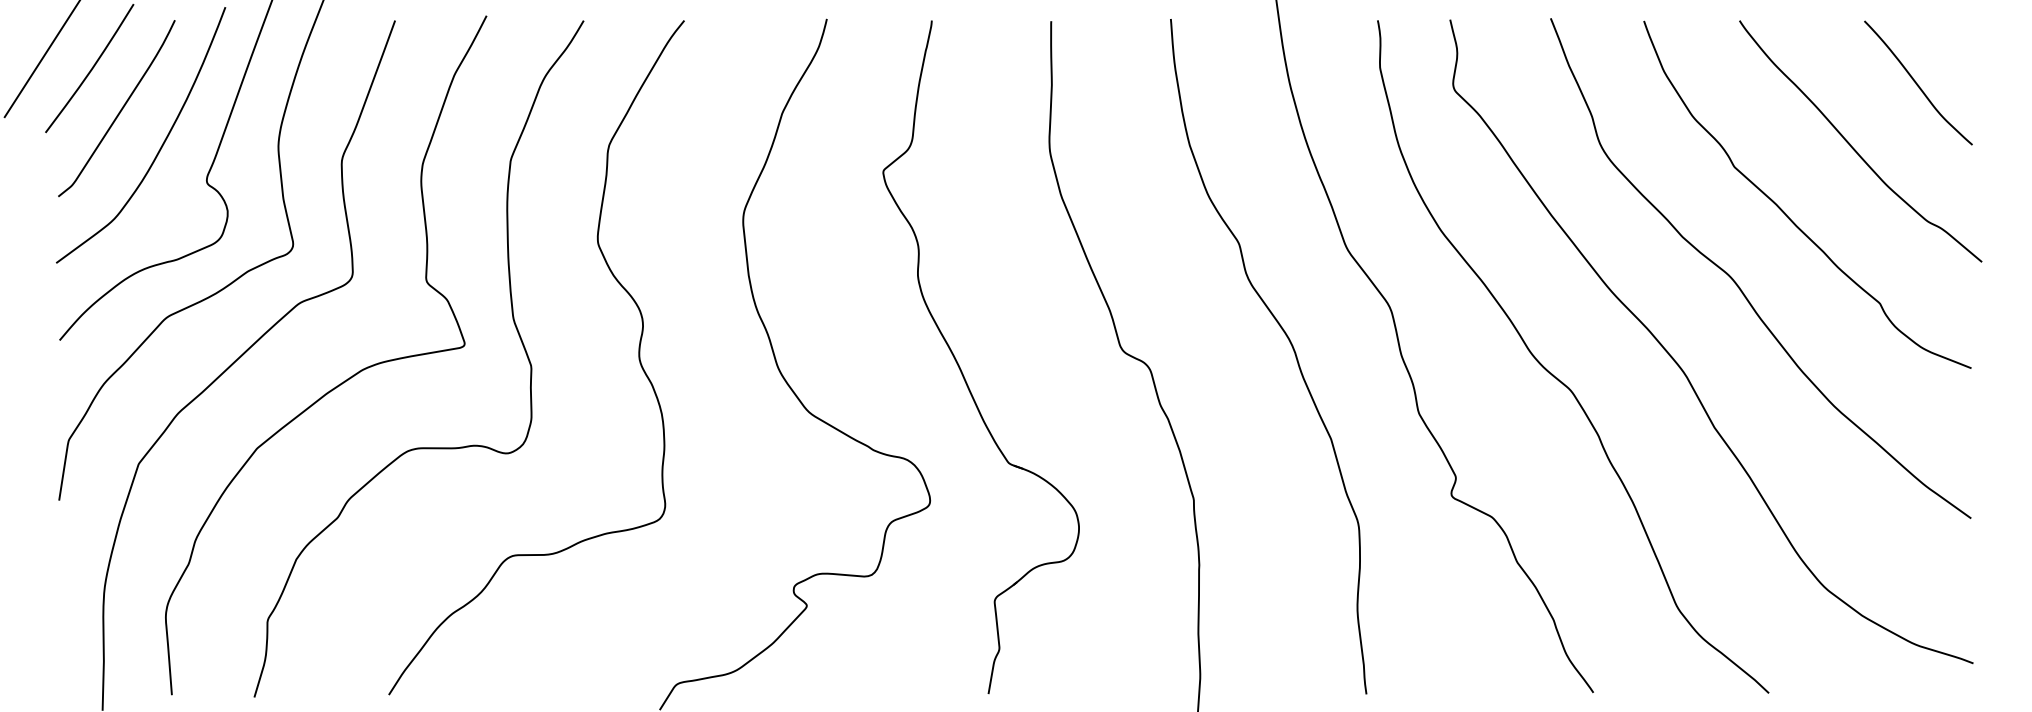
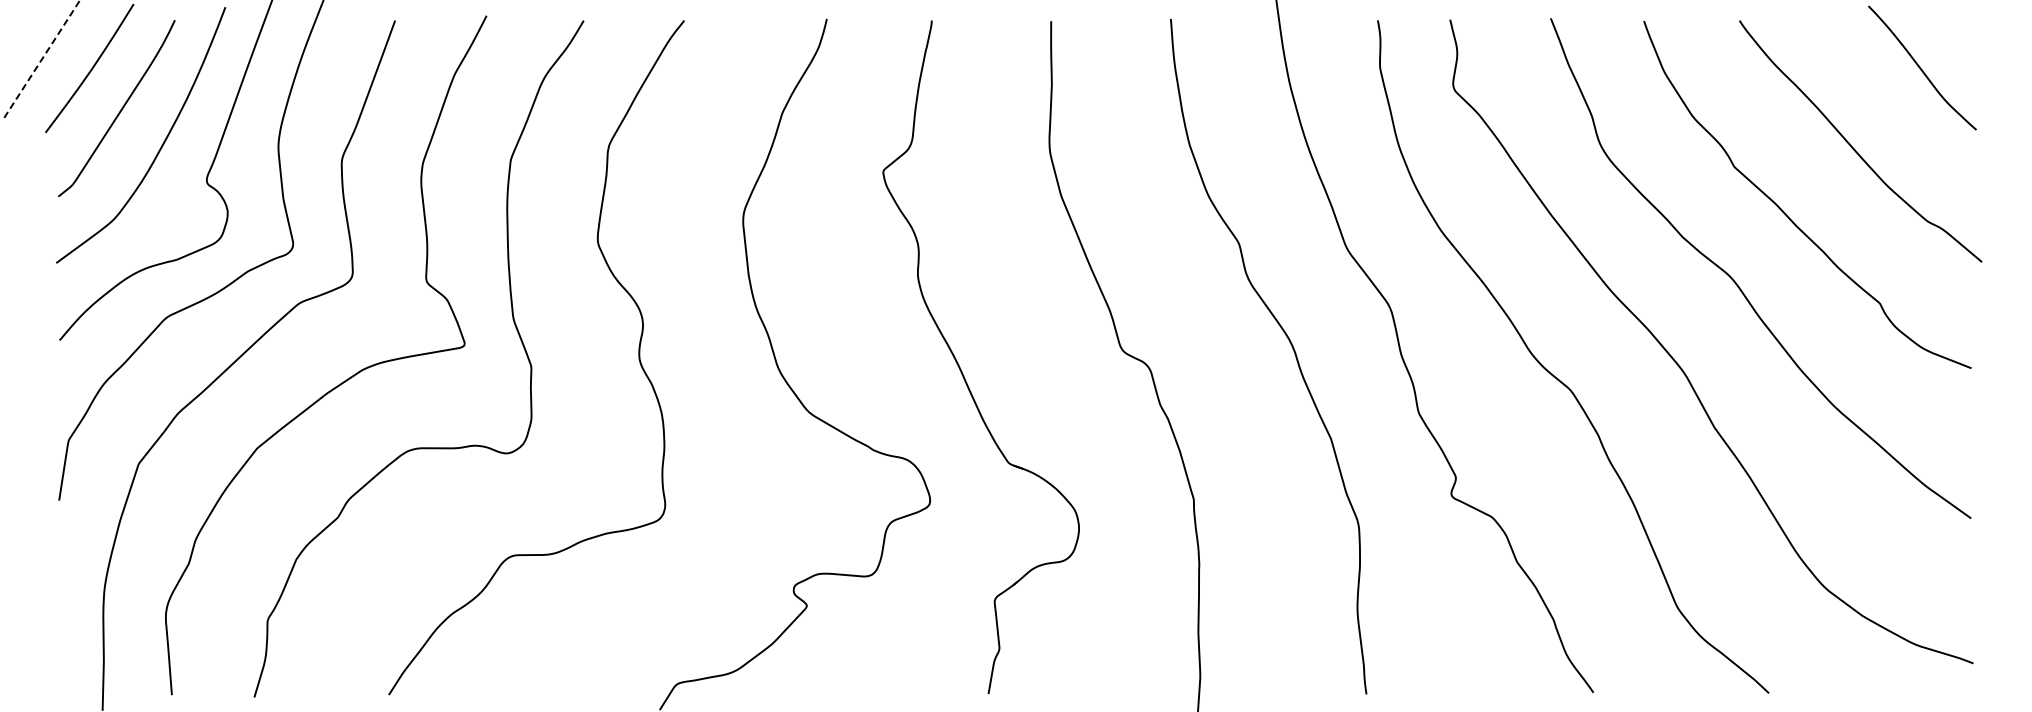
line at (42, 59): solid -> dashed
curve at (1917, 83) position: (1917, 83) -> (1921, 68)
